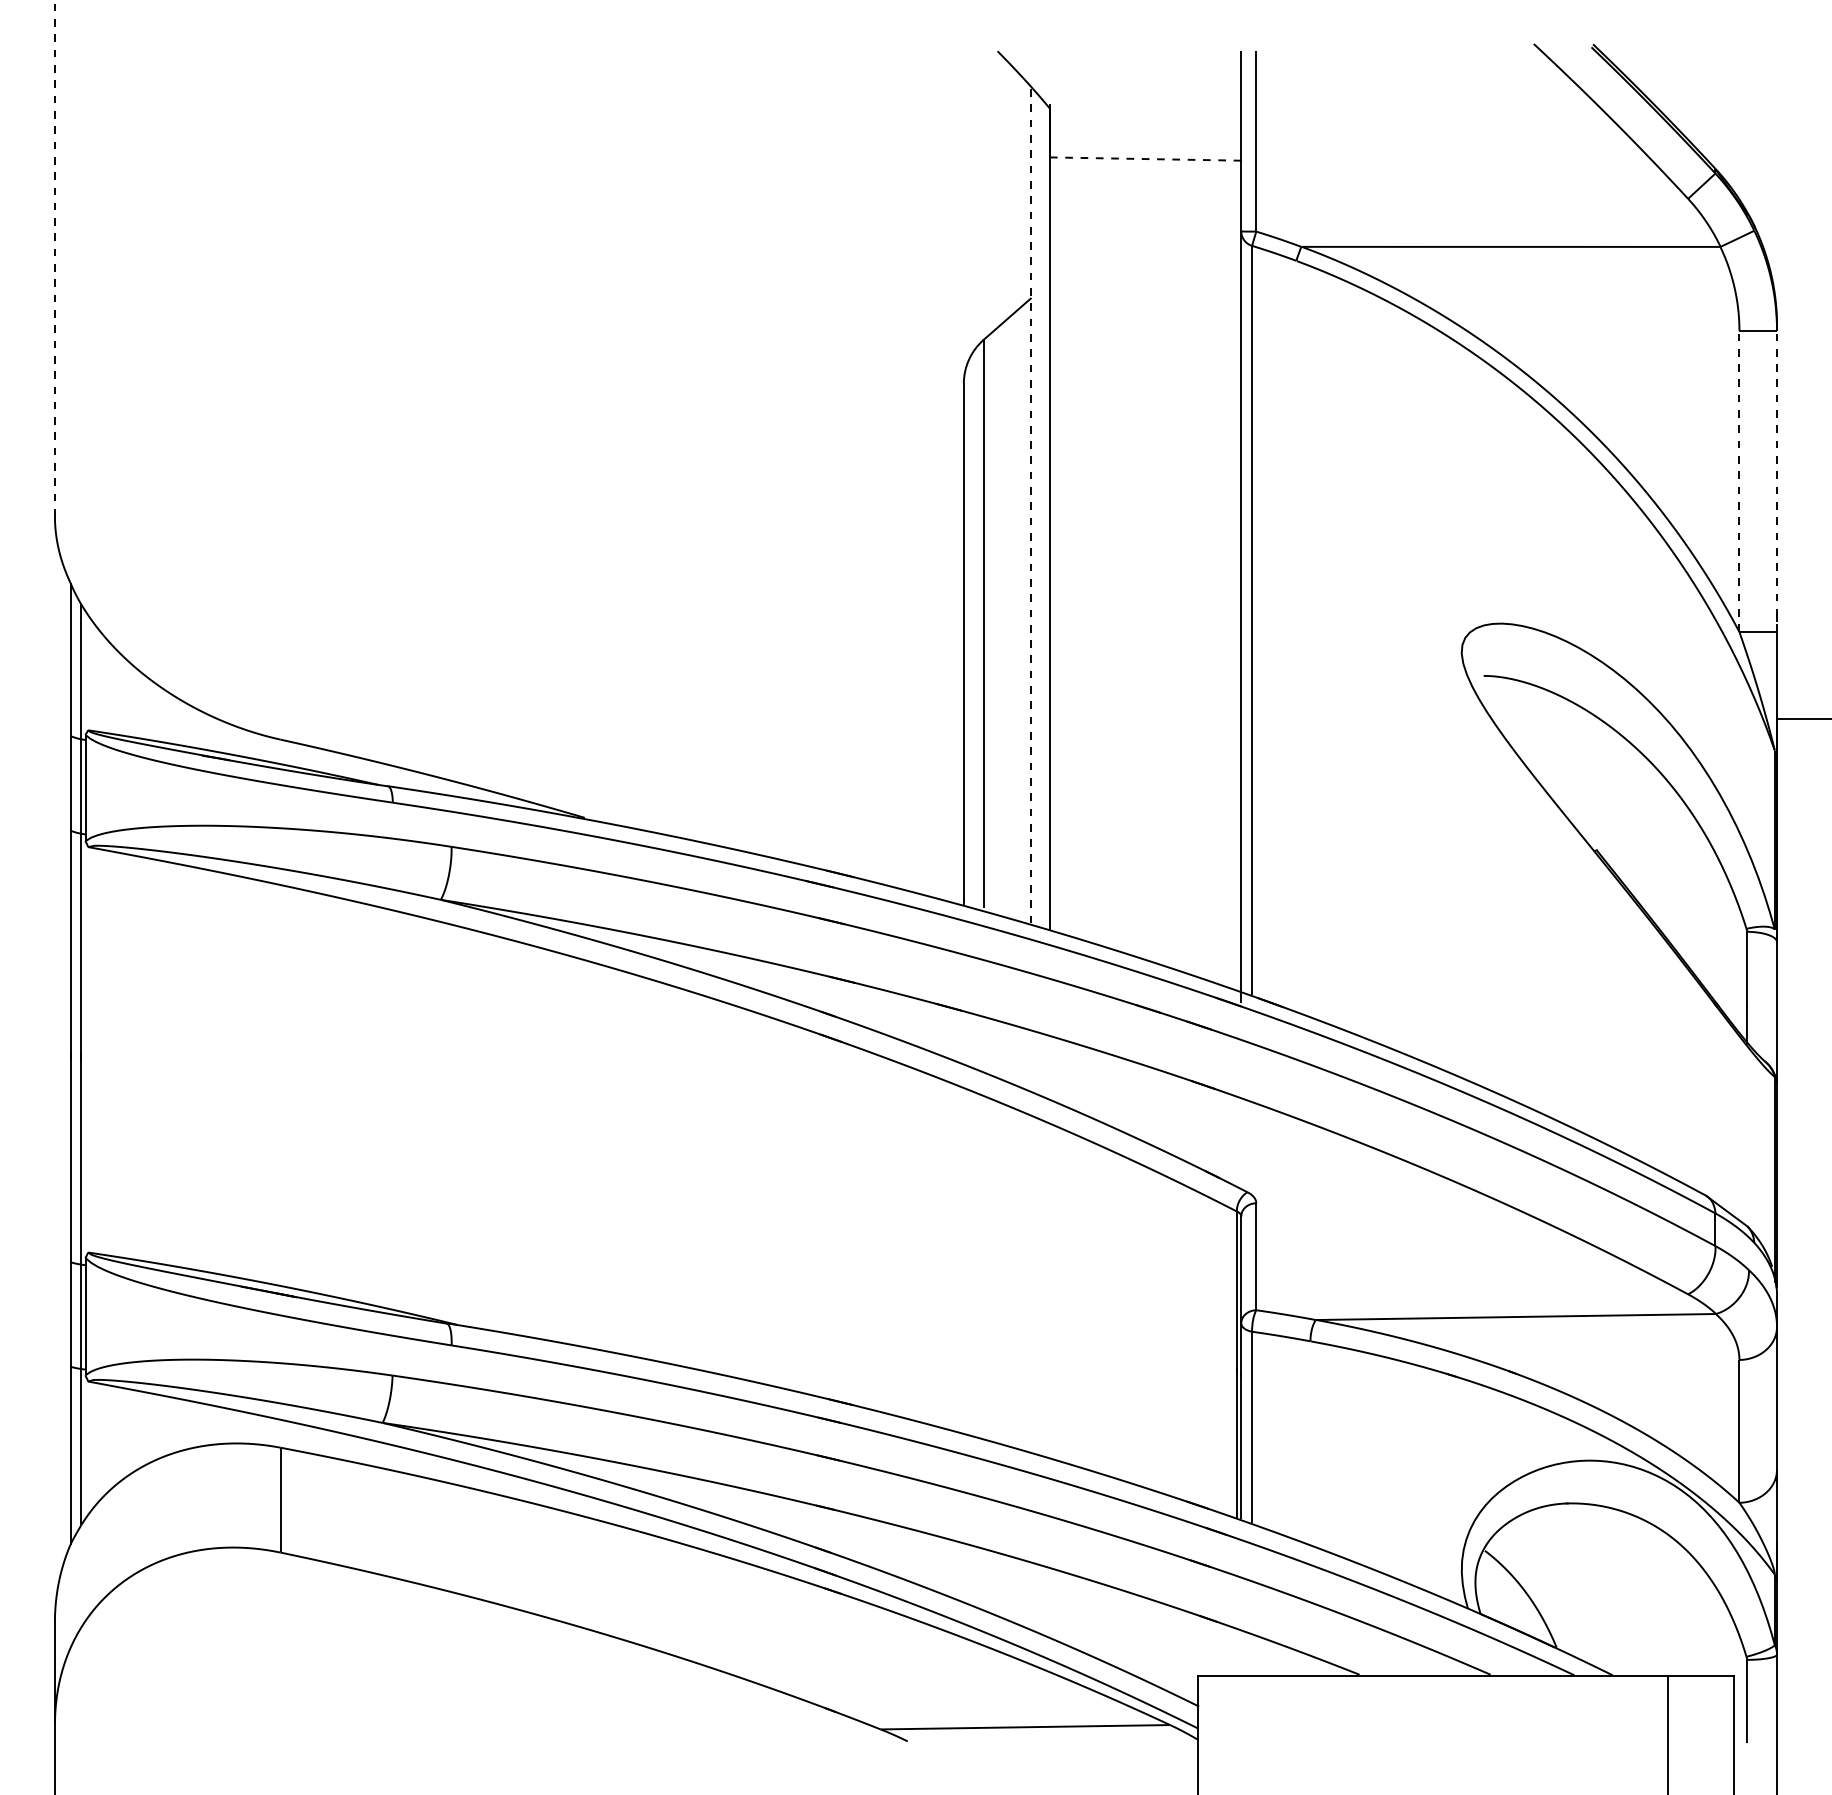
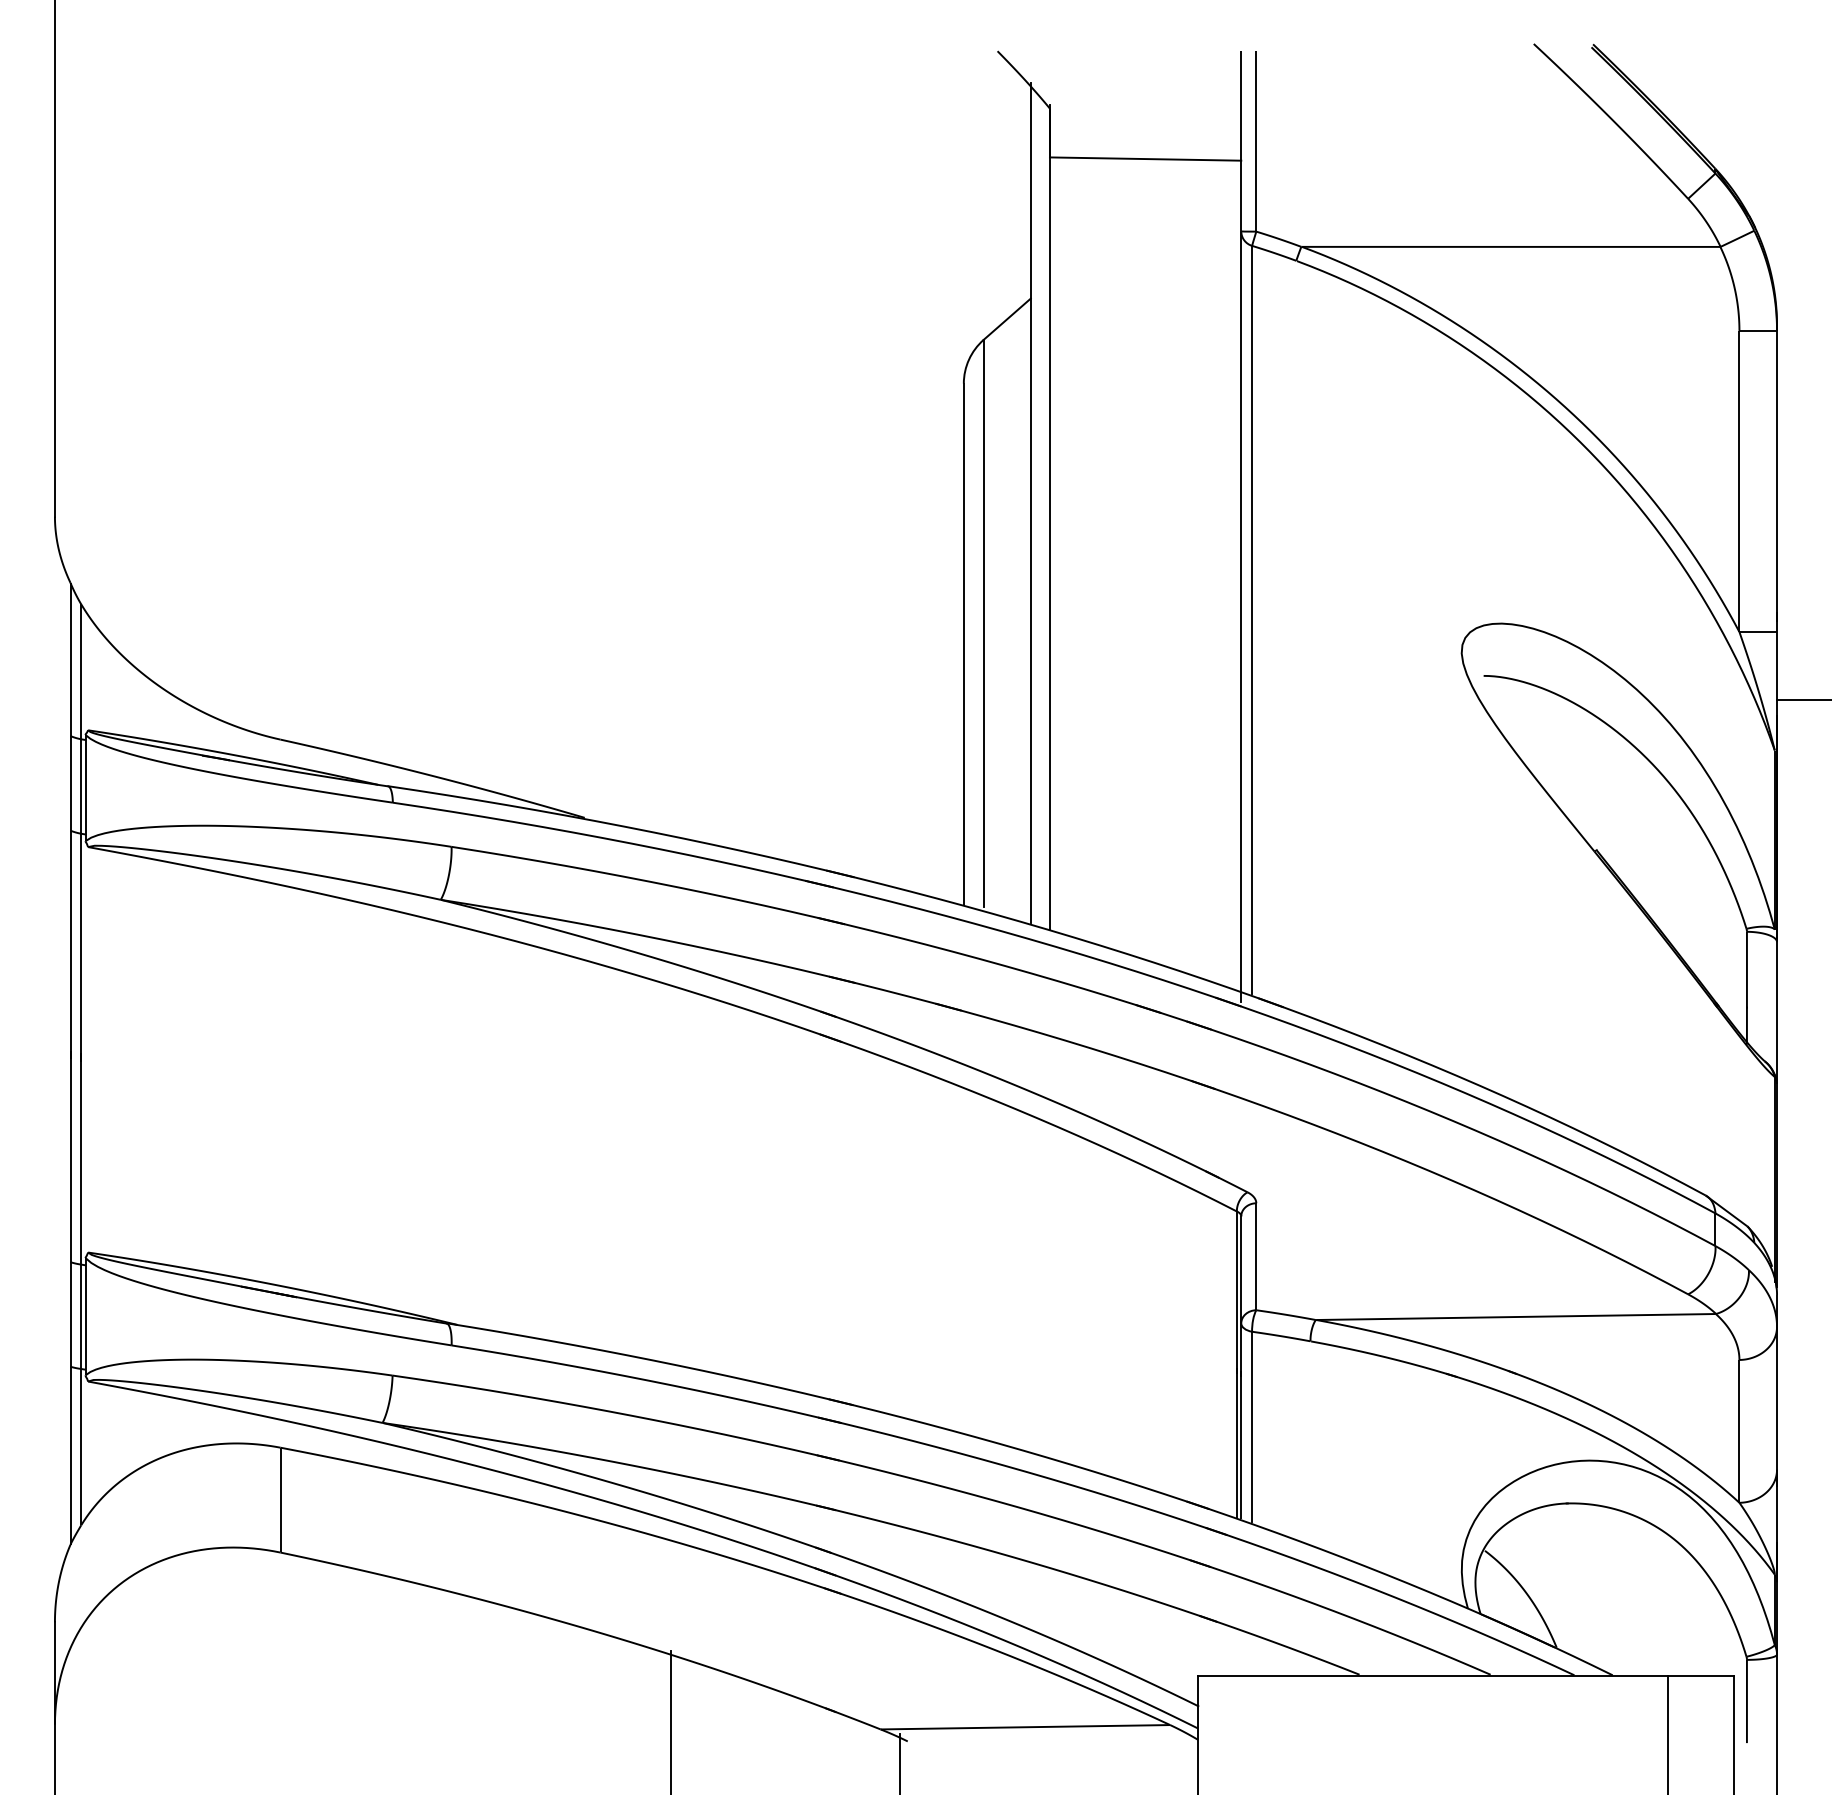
line at (1145, 159): dashed -> solid
line at (54, 257): dashed -> solid
line at (1739, 481): dashed -> solid
line at (1777, 481): dashed -> solid
line at (1030, 502): dashed -> solid
line at (1802, 718) position: (1802, 718) -> (1802, 699)
line at (670, 1720): none -> present
line at (900, 1762): none -> present
